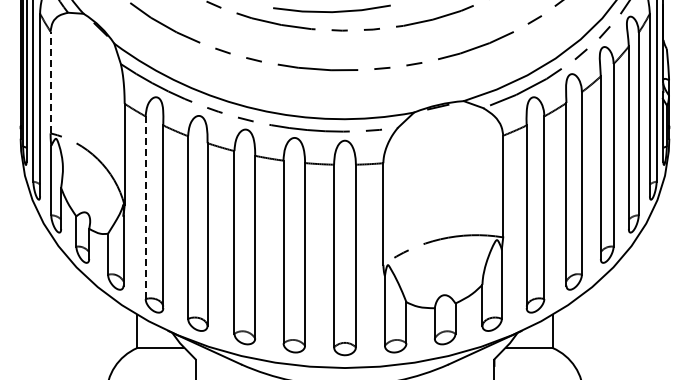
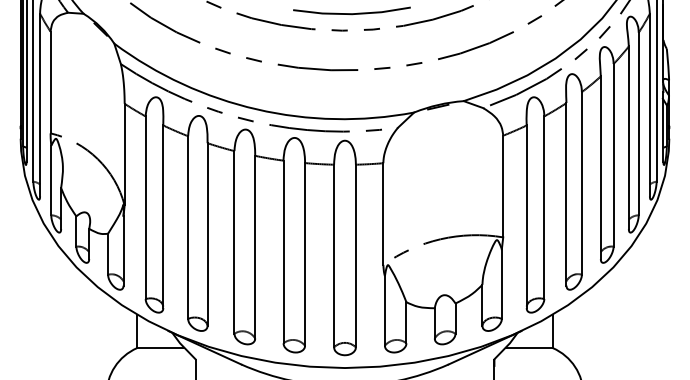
line at (331, 11) position: (331, 11) -> (351, 13)
line at (50, 82): dashed -> solid
line at (145, 207): dashed -> solid
